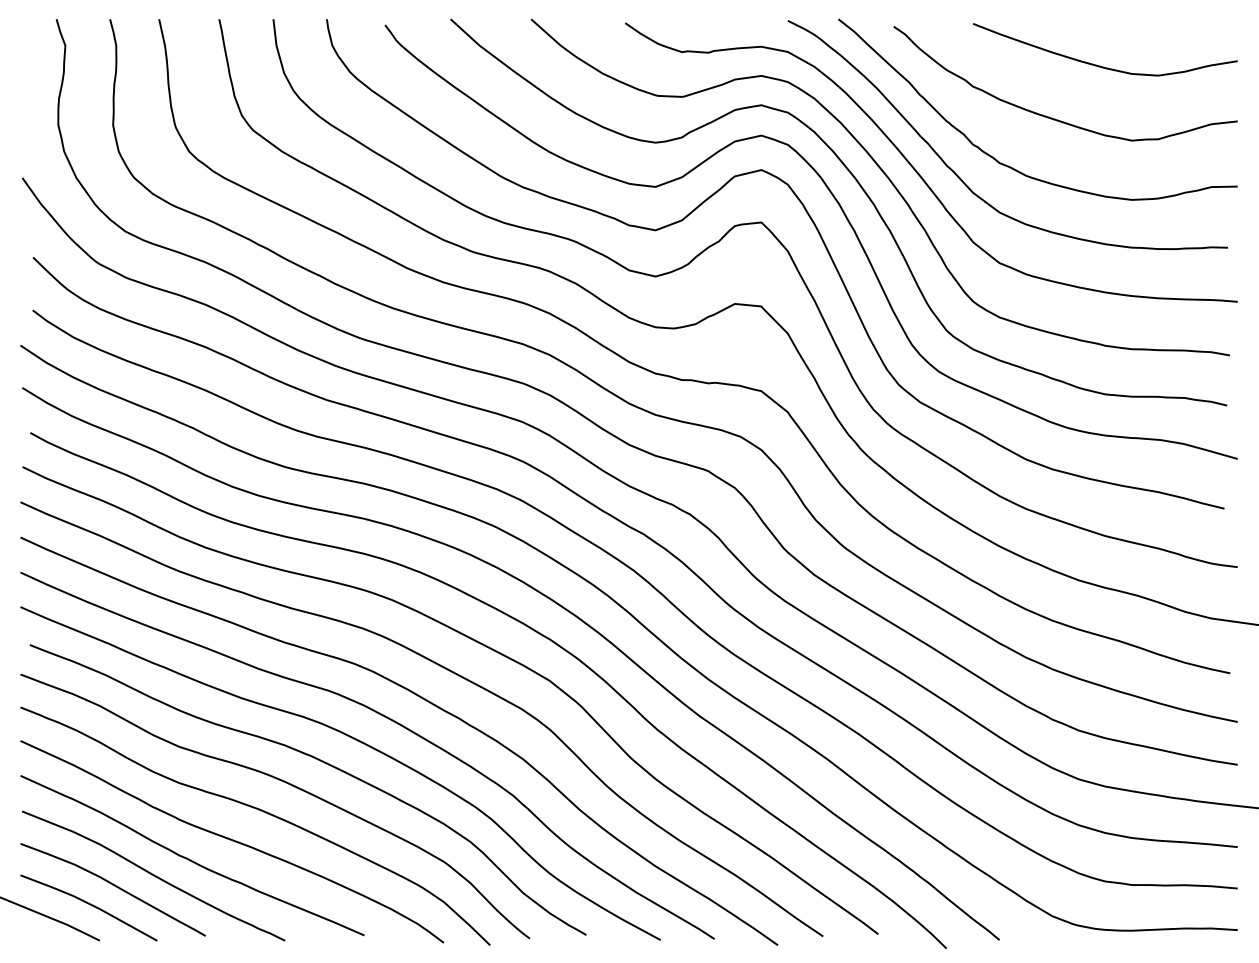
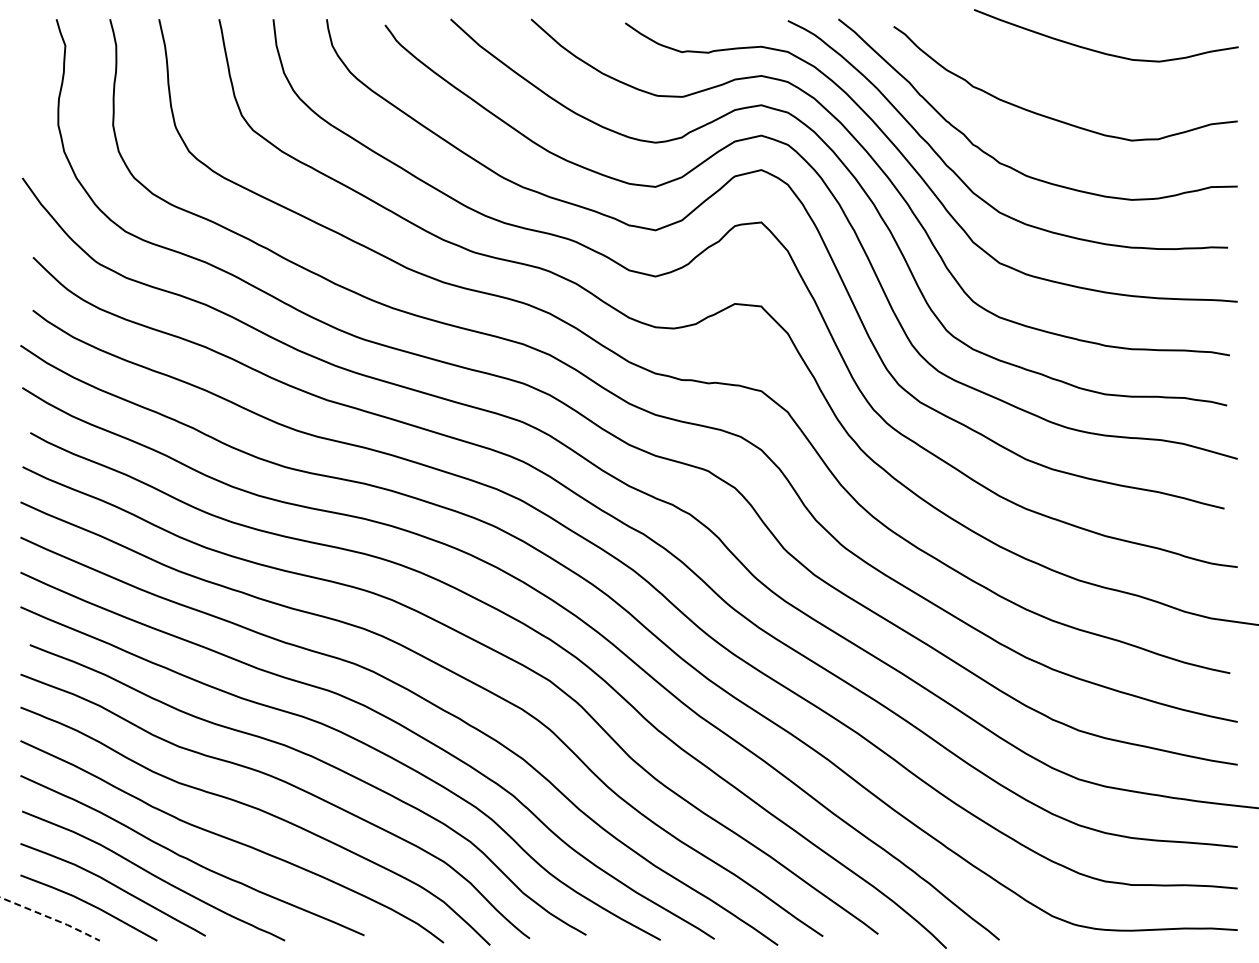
curve at (1100, 65) position: (1100, 65) -> (1101, 51)
line at (51, 918): solid -> dashed
